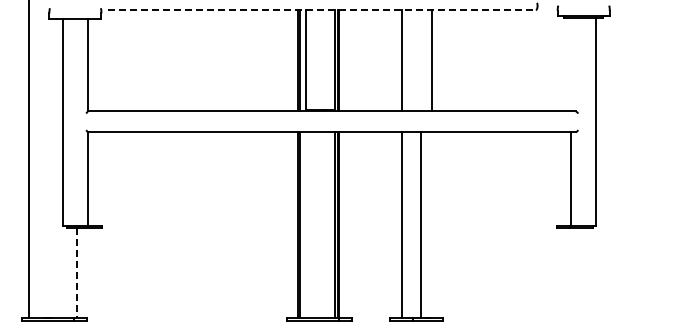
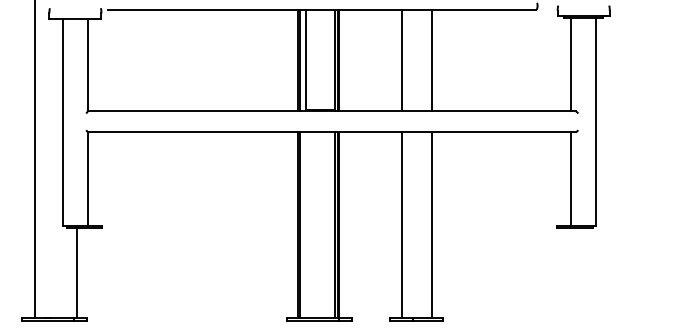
line at (321, 10): dashed -> solid
line at (571, 64): none -> present
line at (29, 160) position: (29, 160) -> (35, 160)
line at (421, 225) position: (421, 225) -> (432, 225)
line at (76, 273): dashed -> solid
